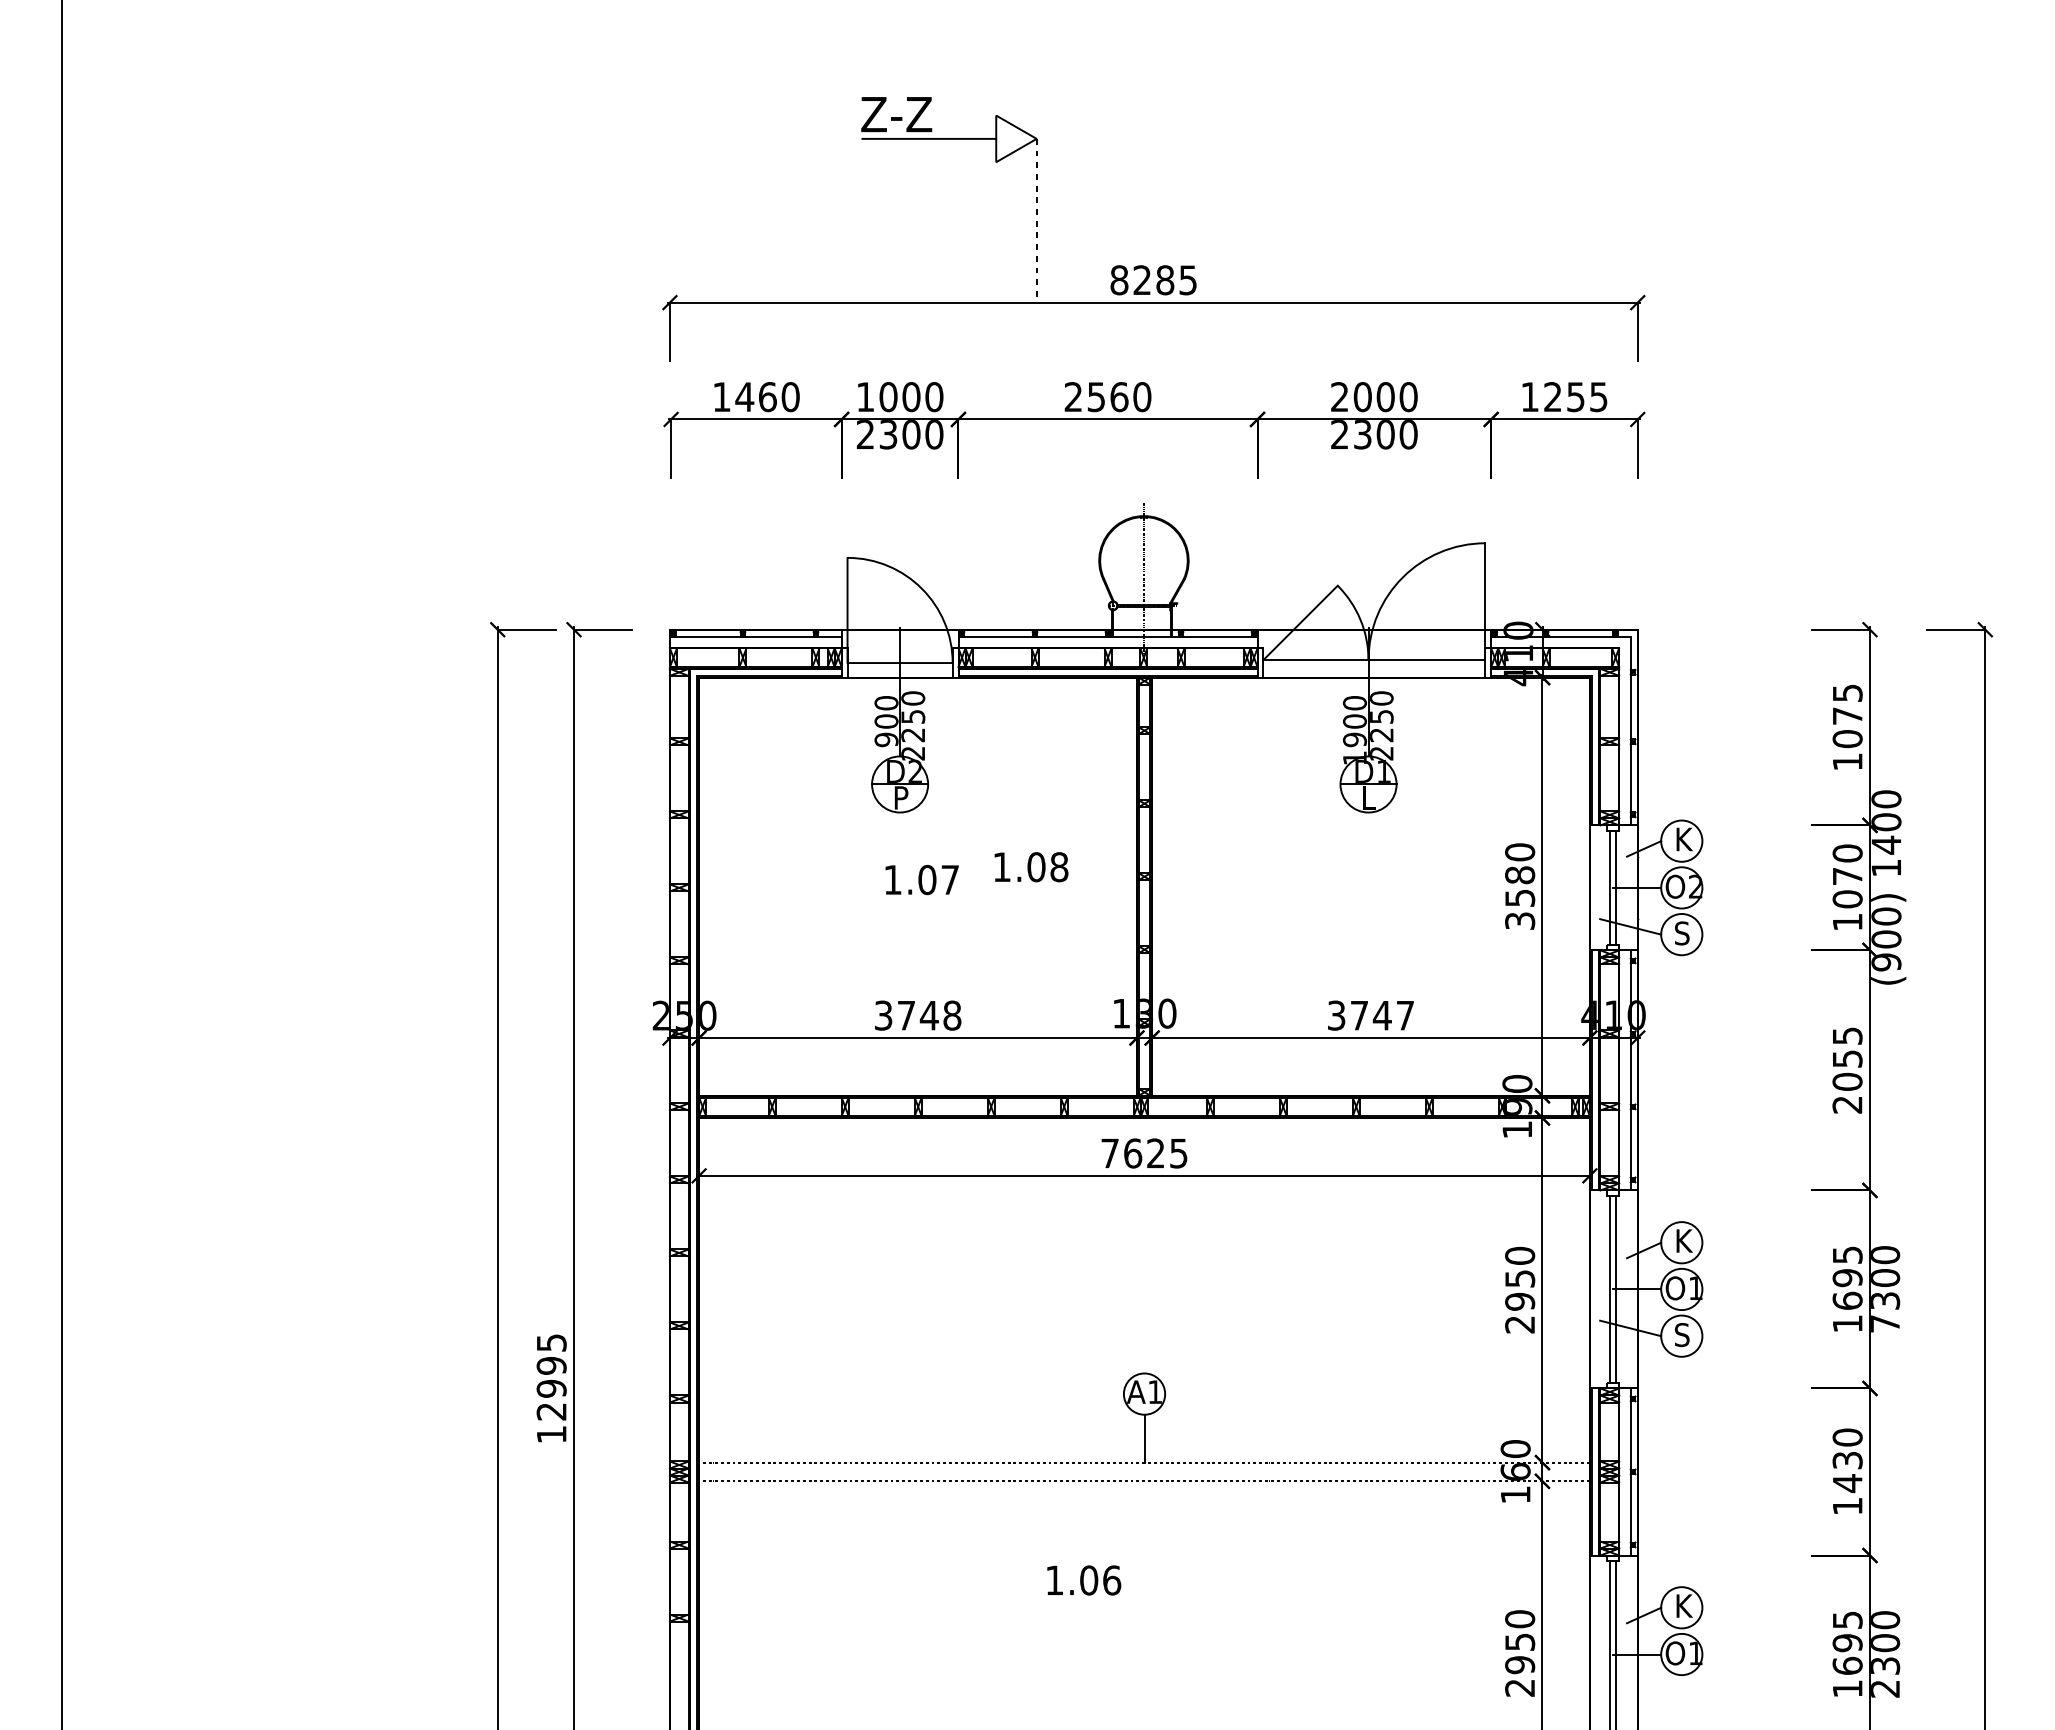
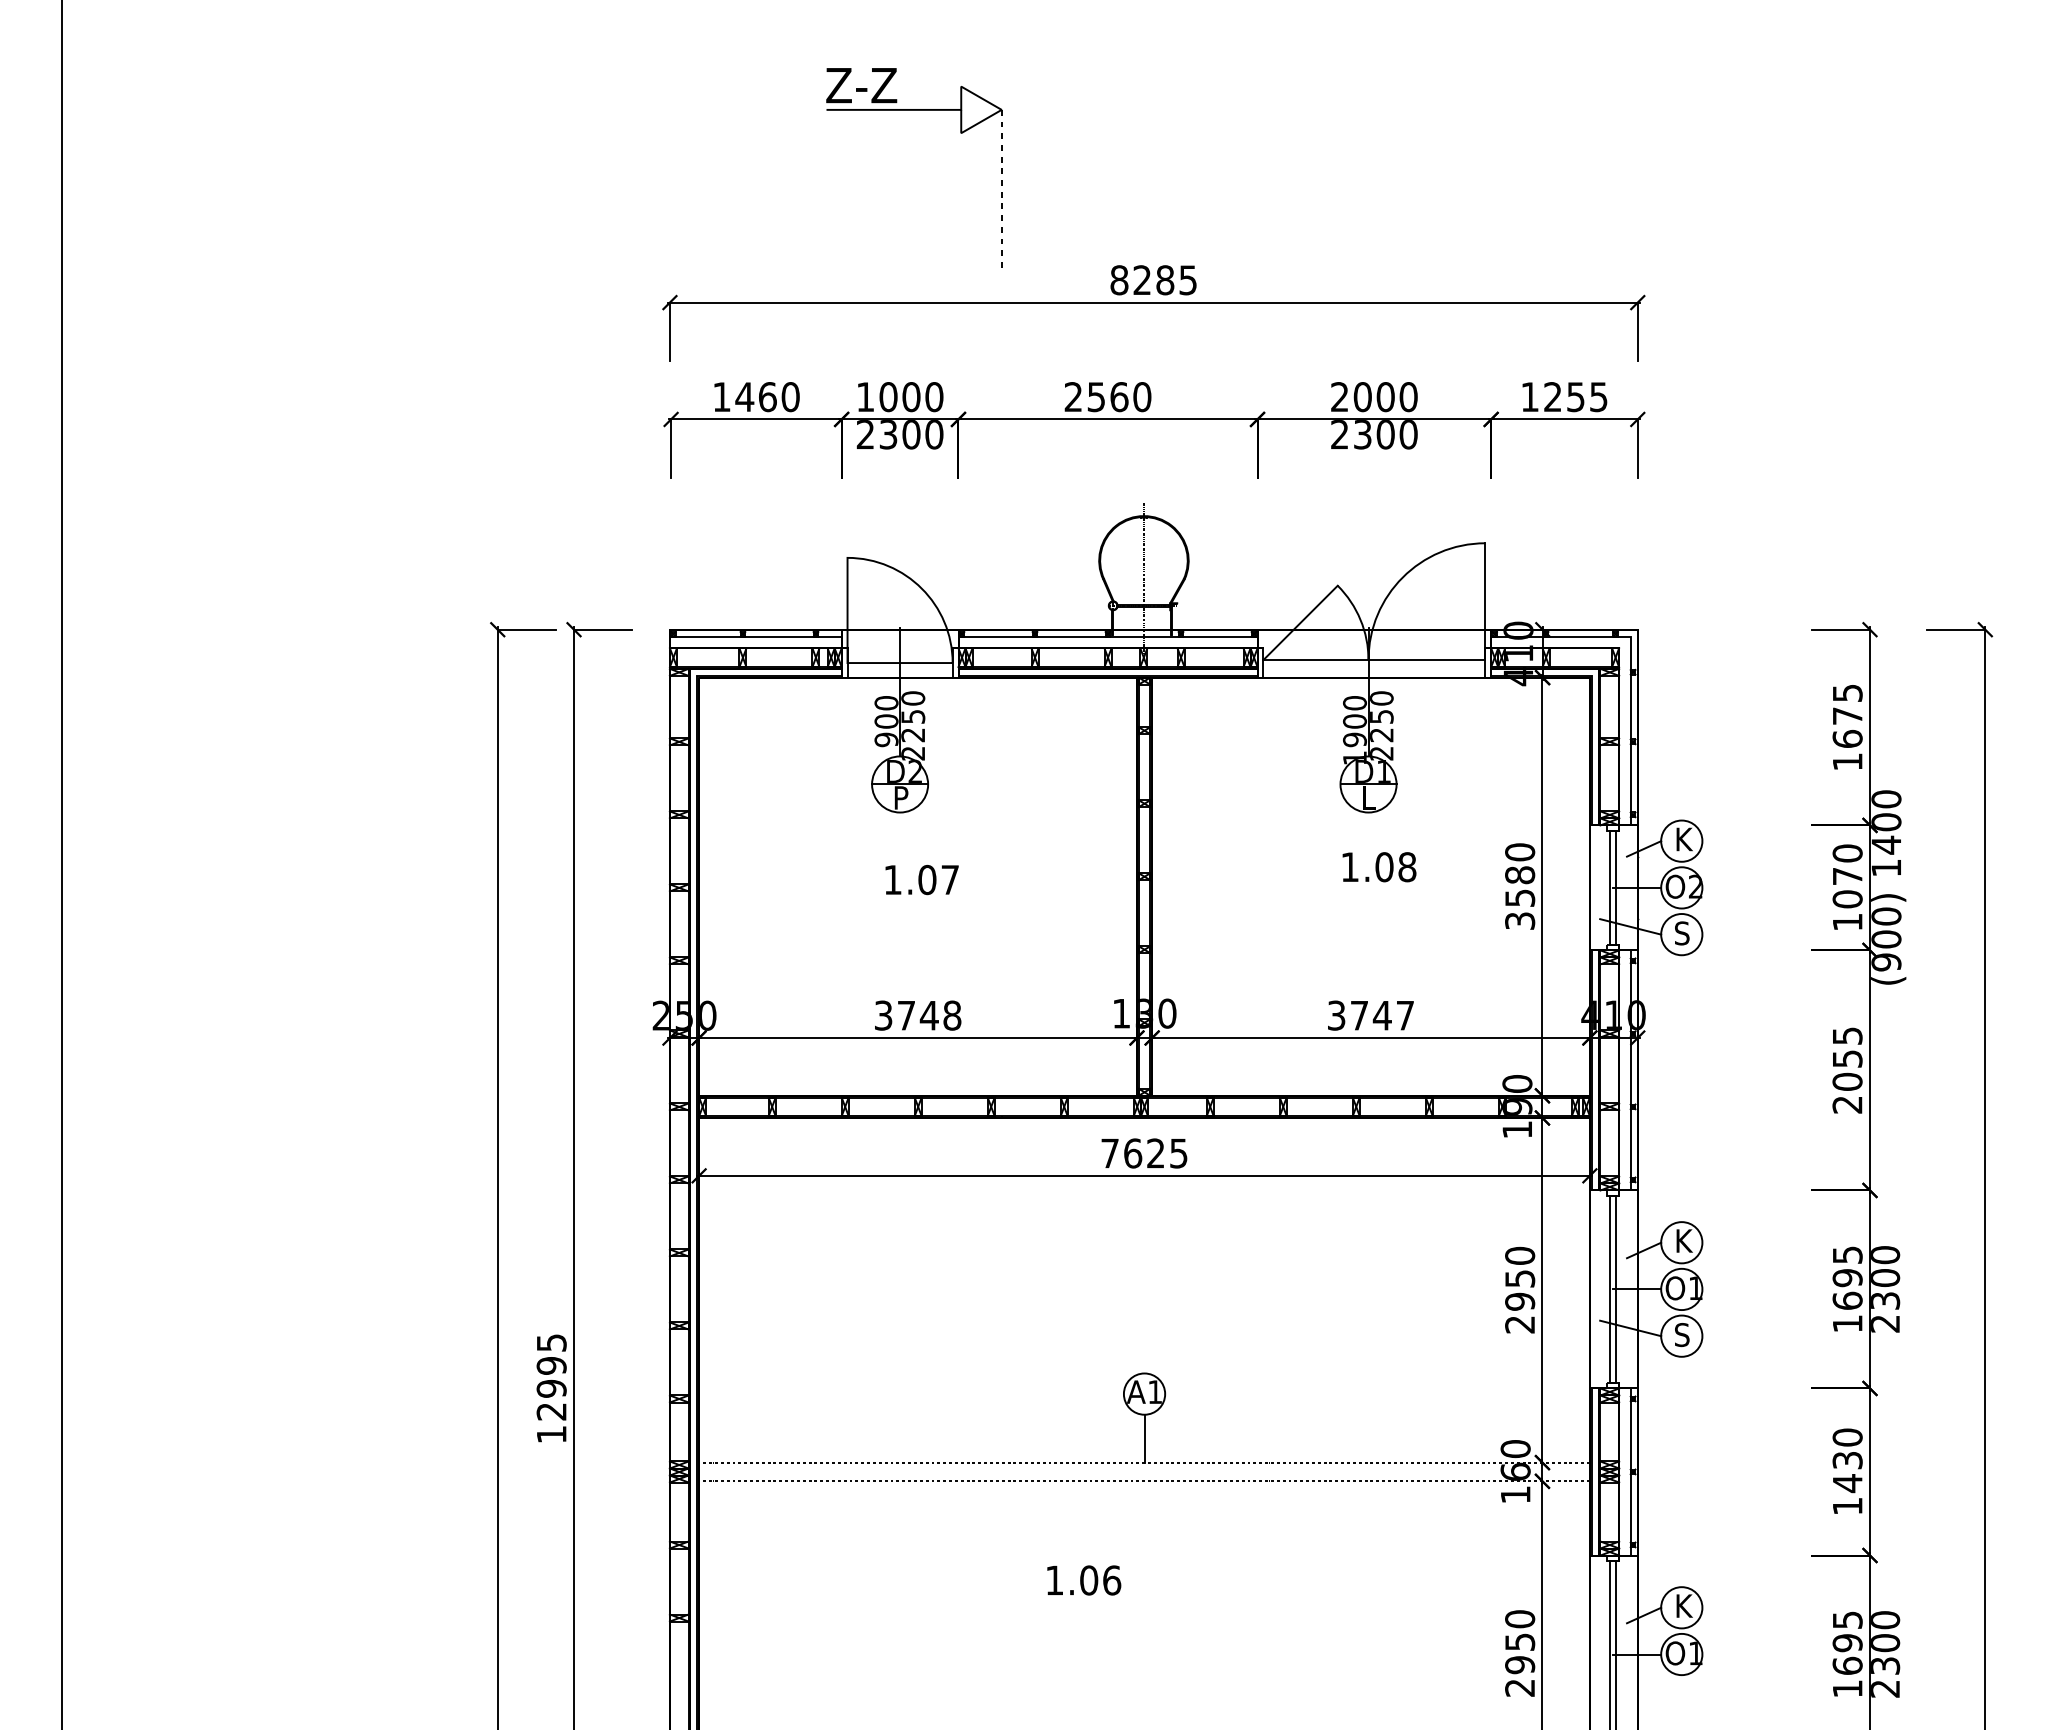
part at (949, 139) position: (949, 139) -> (914, 110)
text at (1847, 738): 1075 -> 1675
text at (1031, 867) position: (1031, 867) -> (1379, 867)
text at (1885, 1323): 7300 -> 2300
